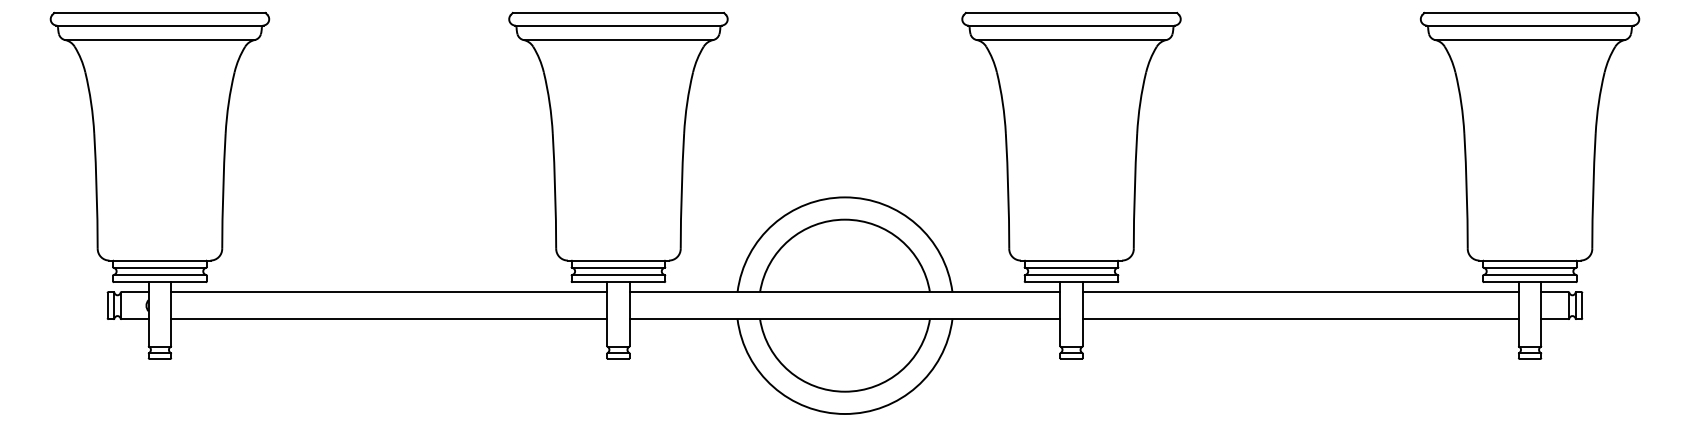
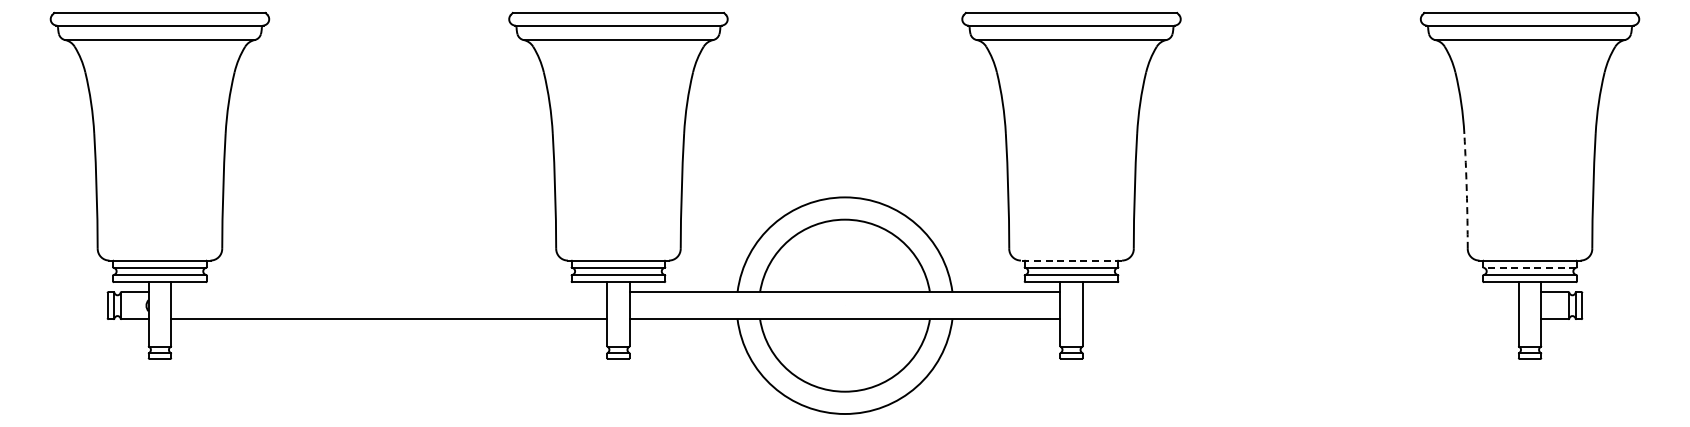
arc at (1466, 191): solid -> dashed
line at (1071, 260): solid -> dashed
line at (1529, 267): solid -> dashed
line at (389, 292): present -> none
line at (1300, 292): present -> none
line at (1300, 319): present -> none
